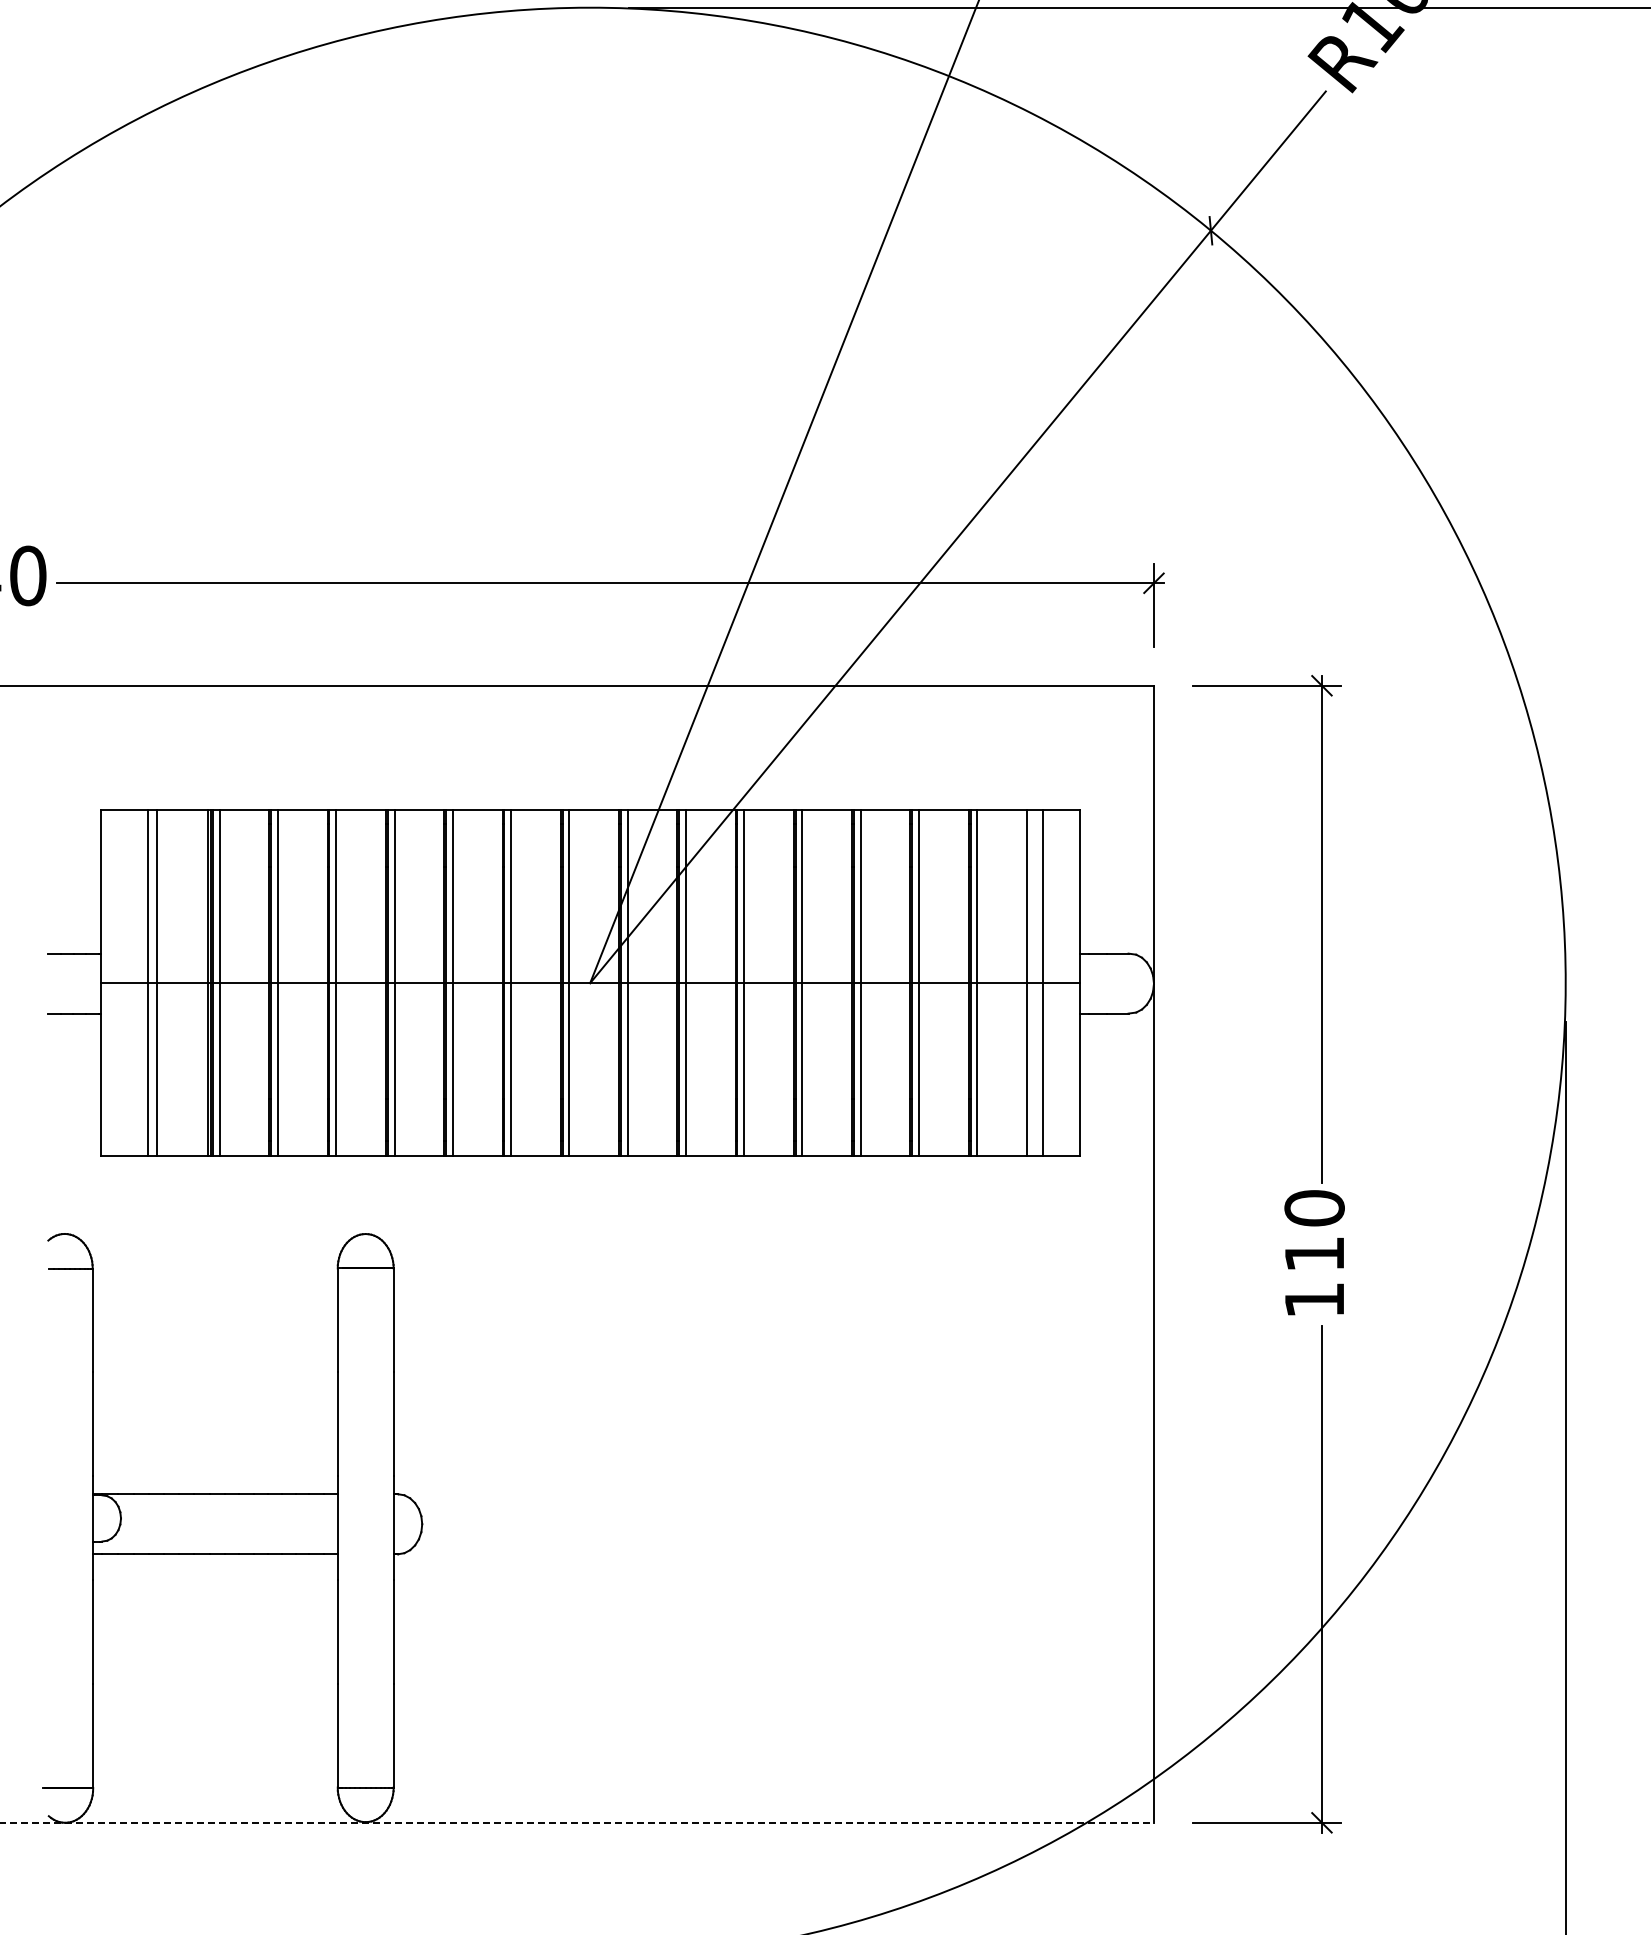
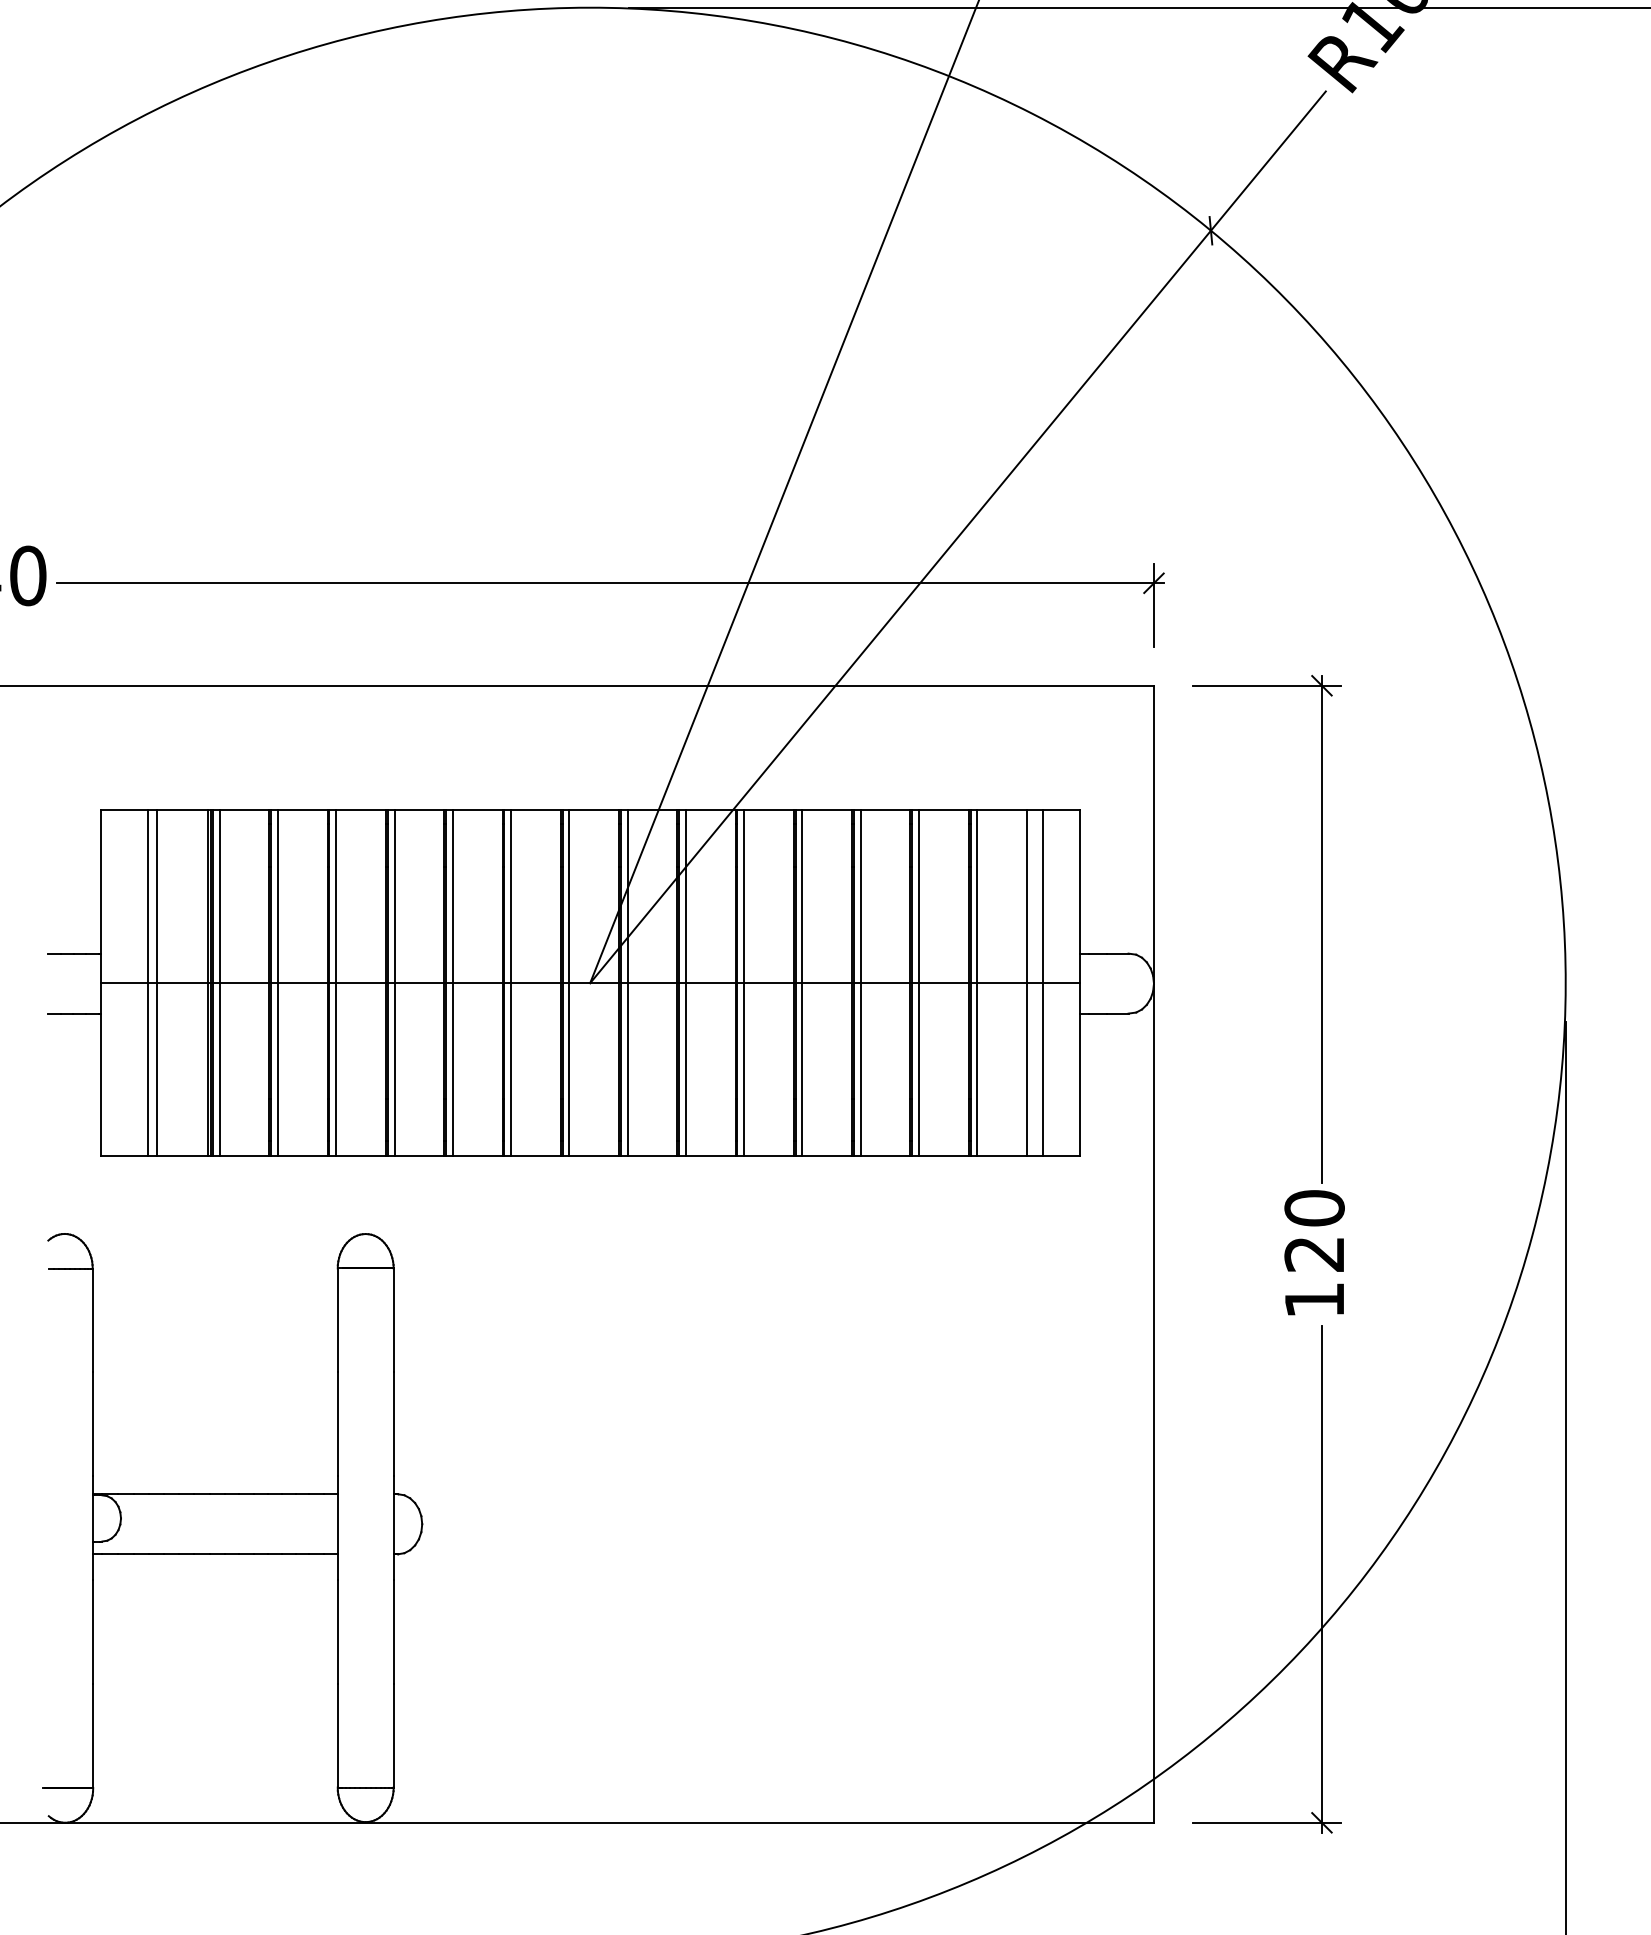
text at (1313, 1254): 110 -> 120
line at (577, 1822): dashed -> solid
